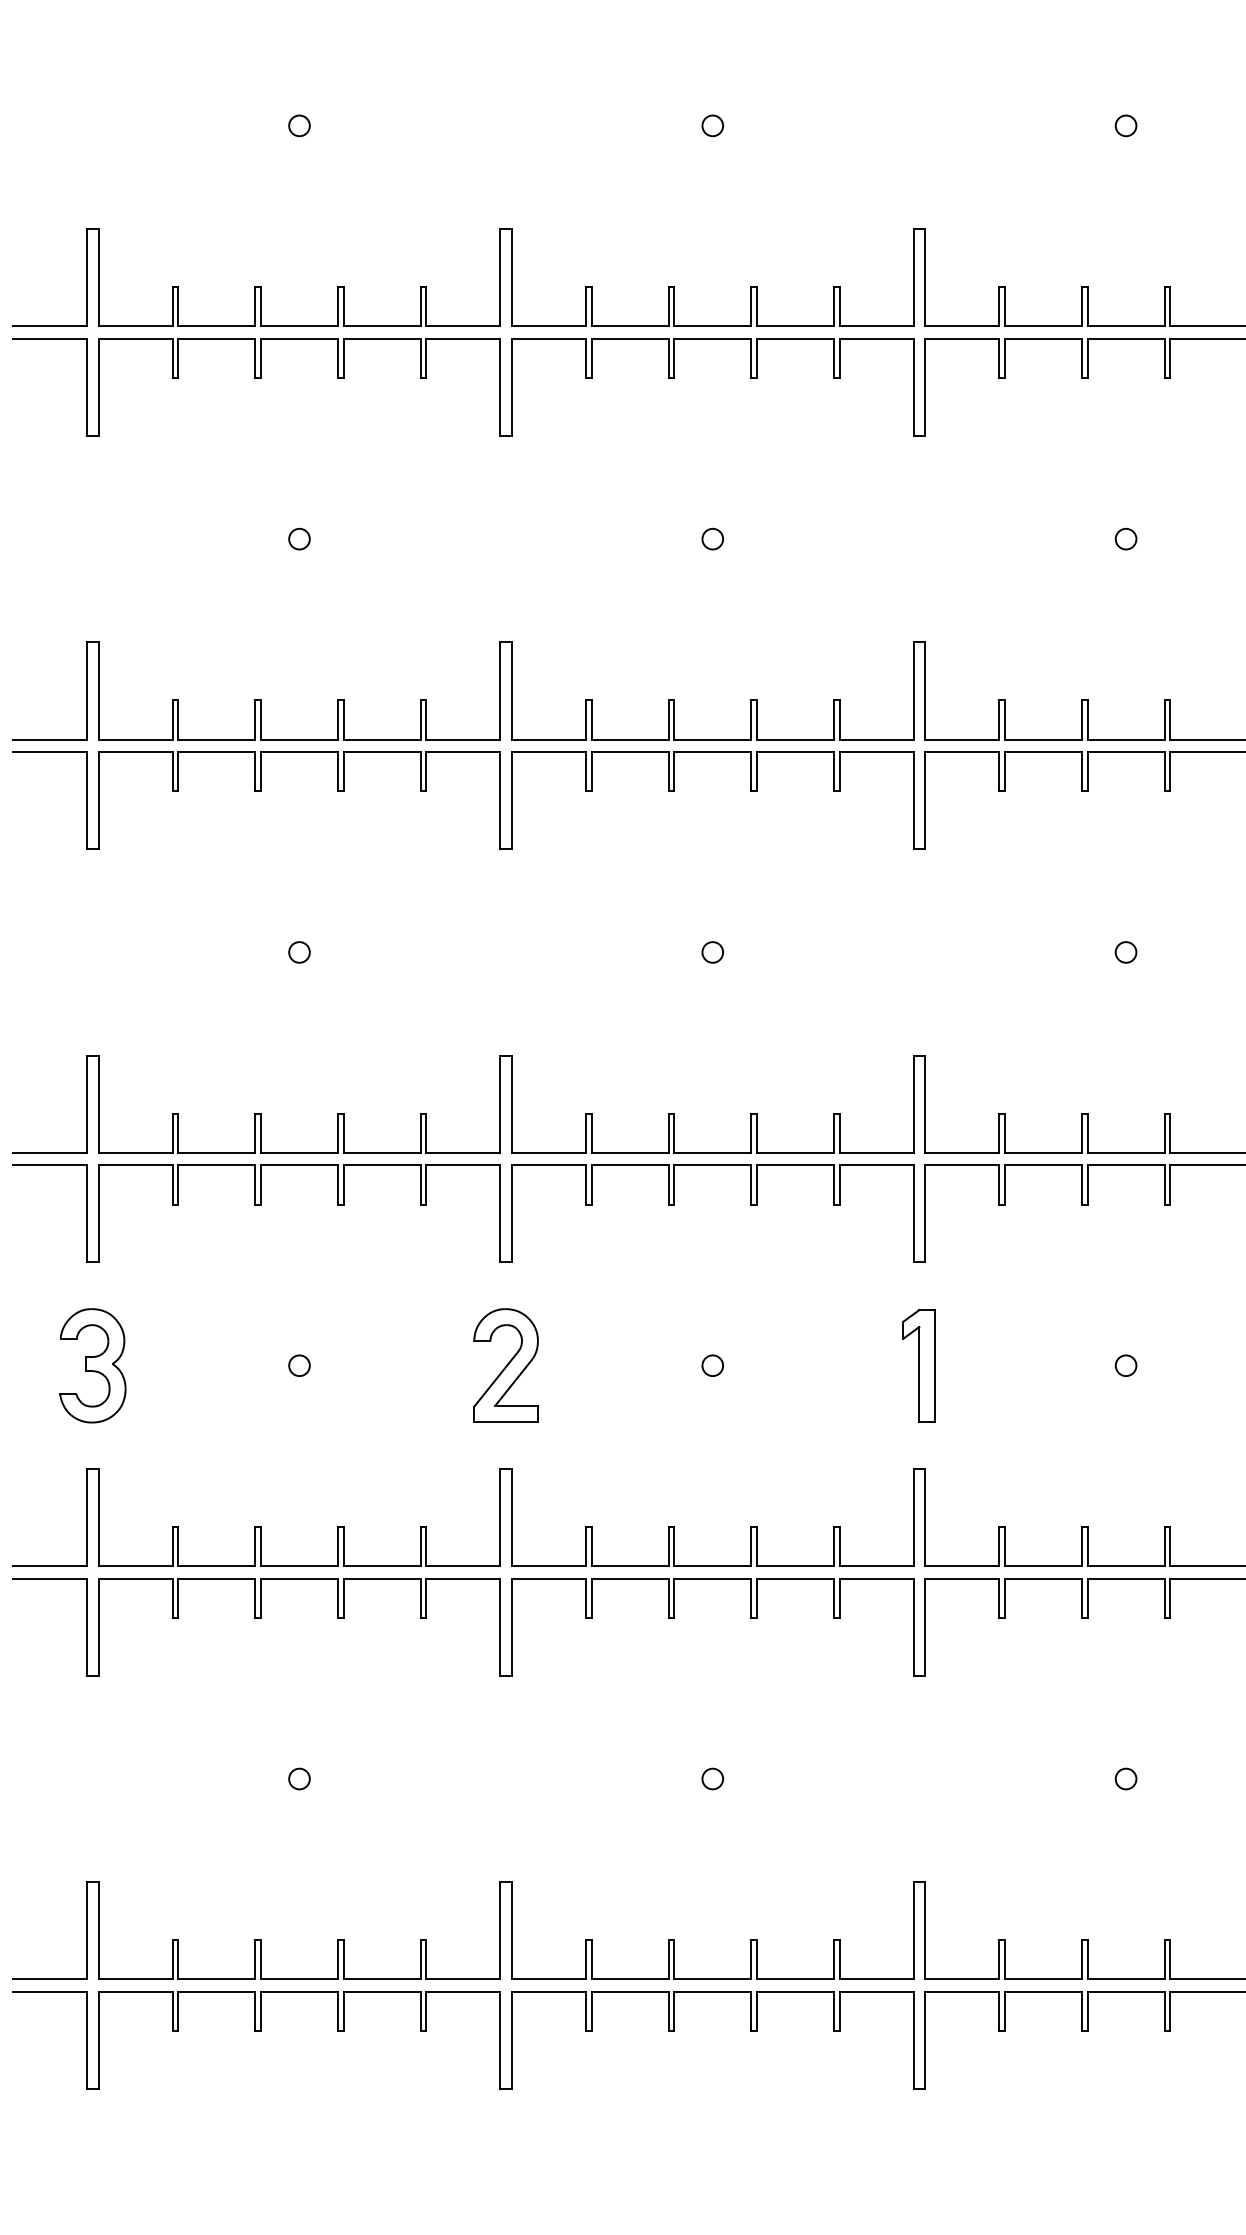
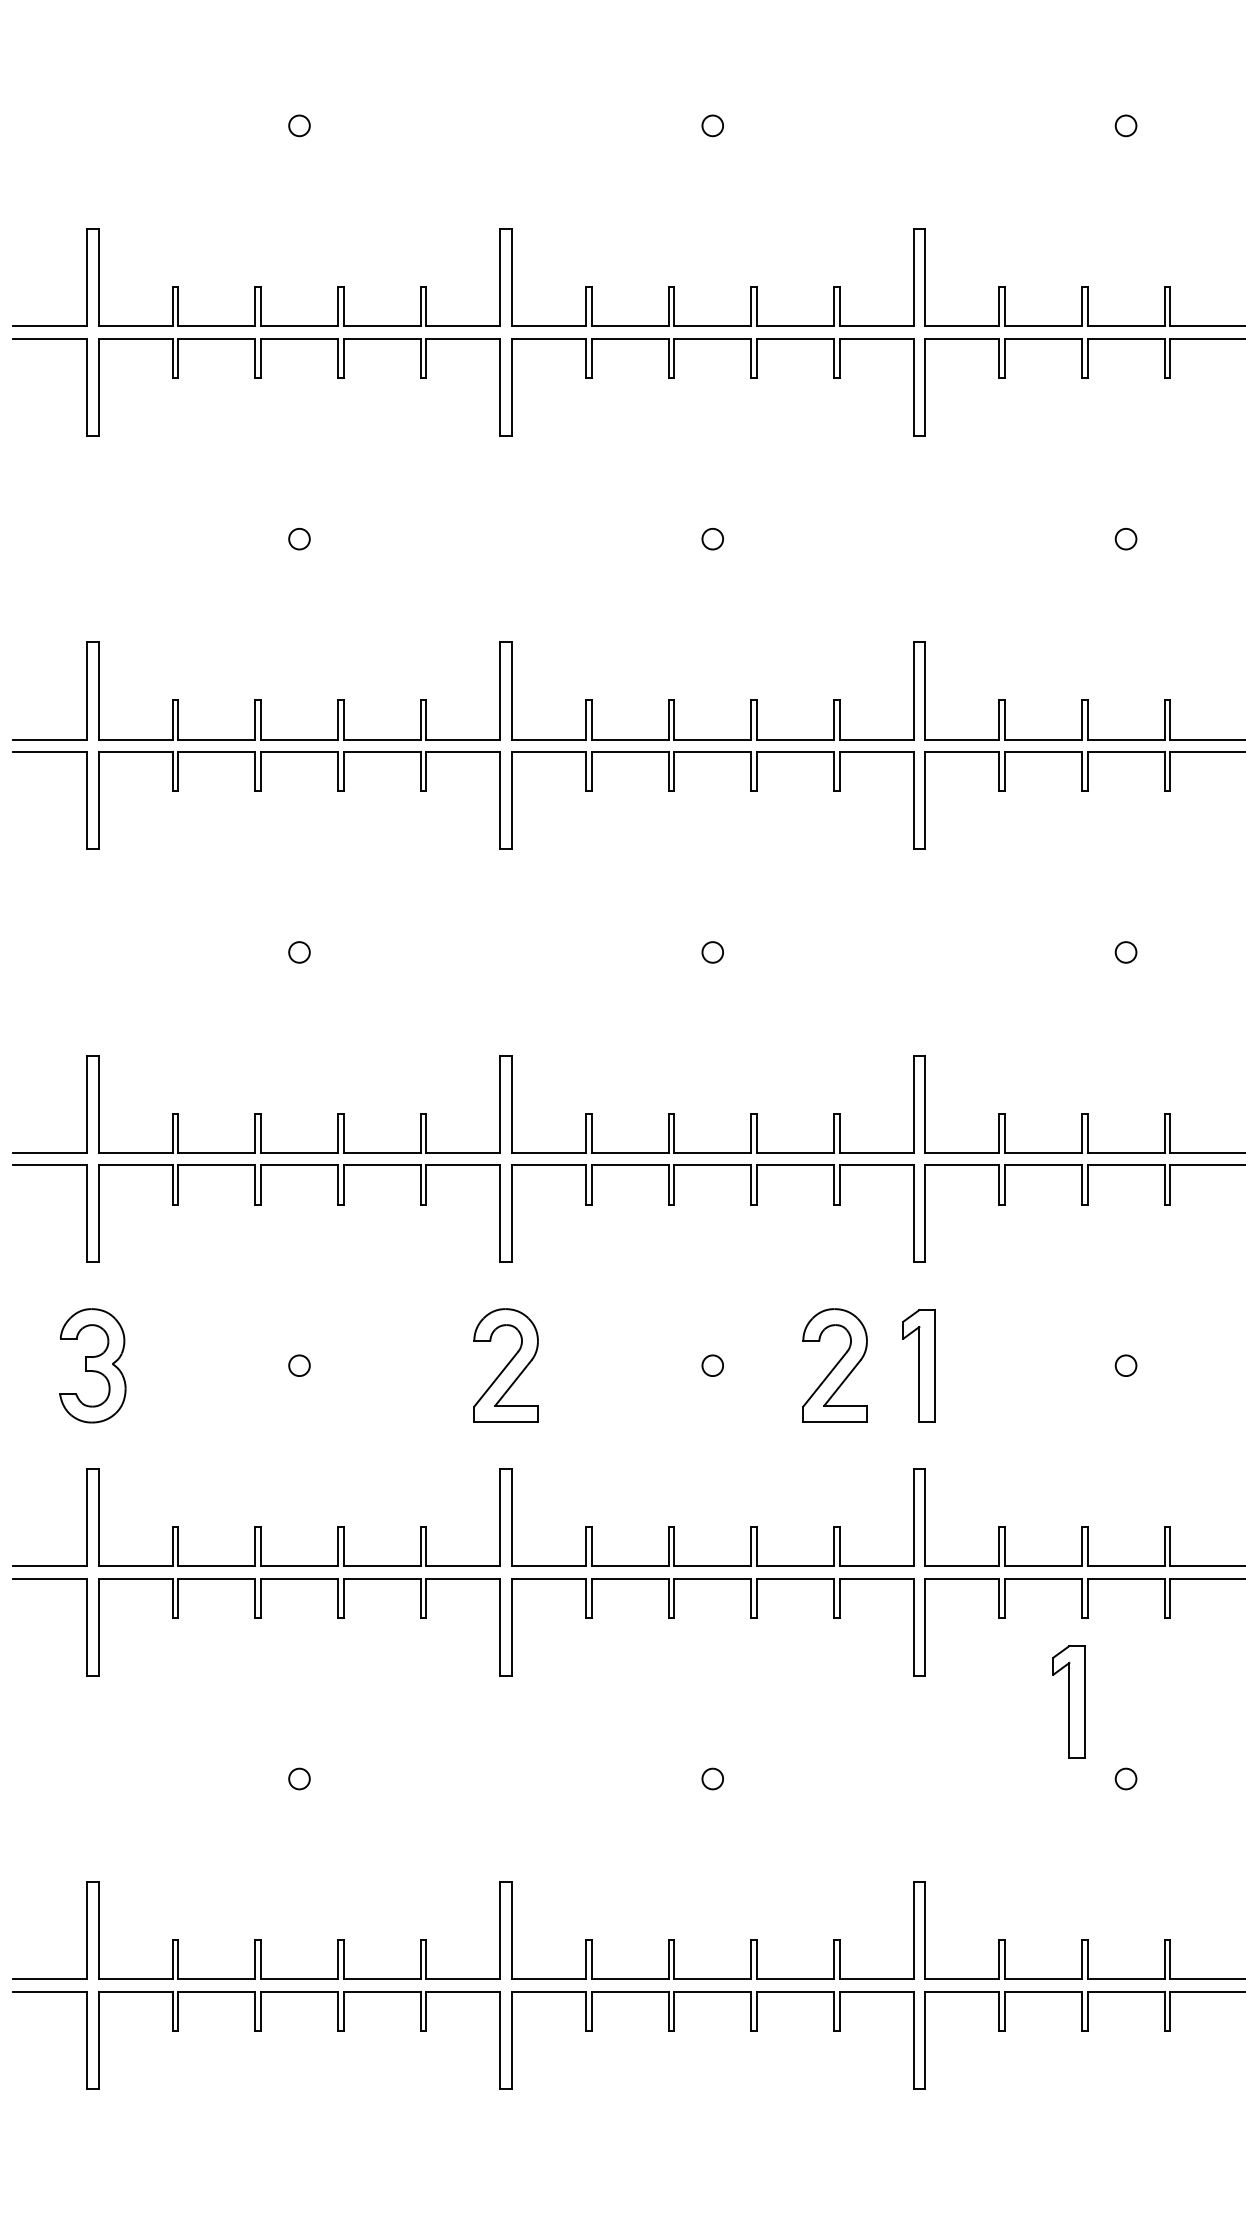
part at (834, 1365): none -> present
part at (1068, 1701): none -> present
